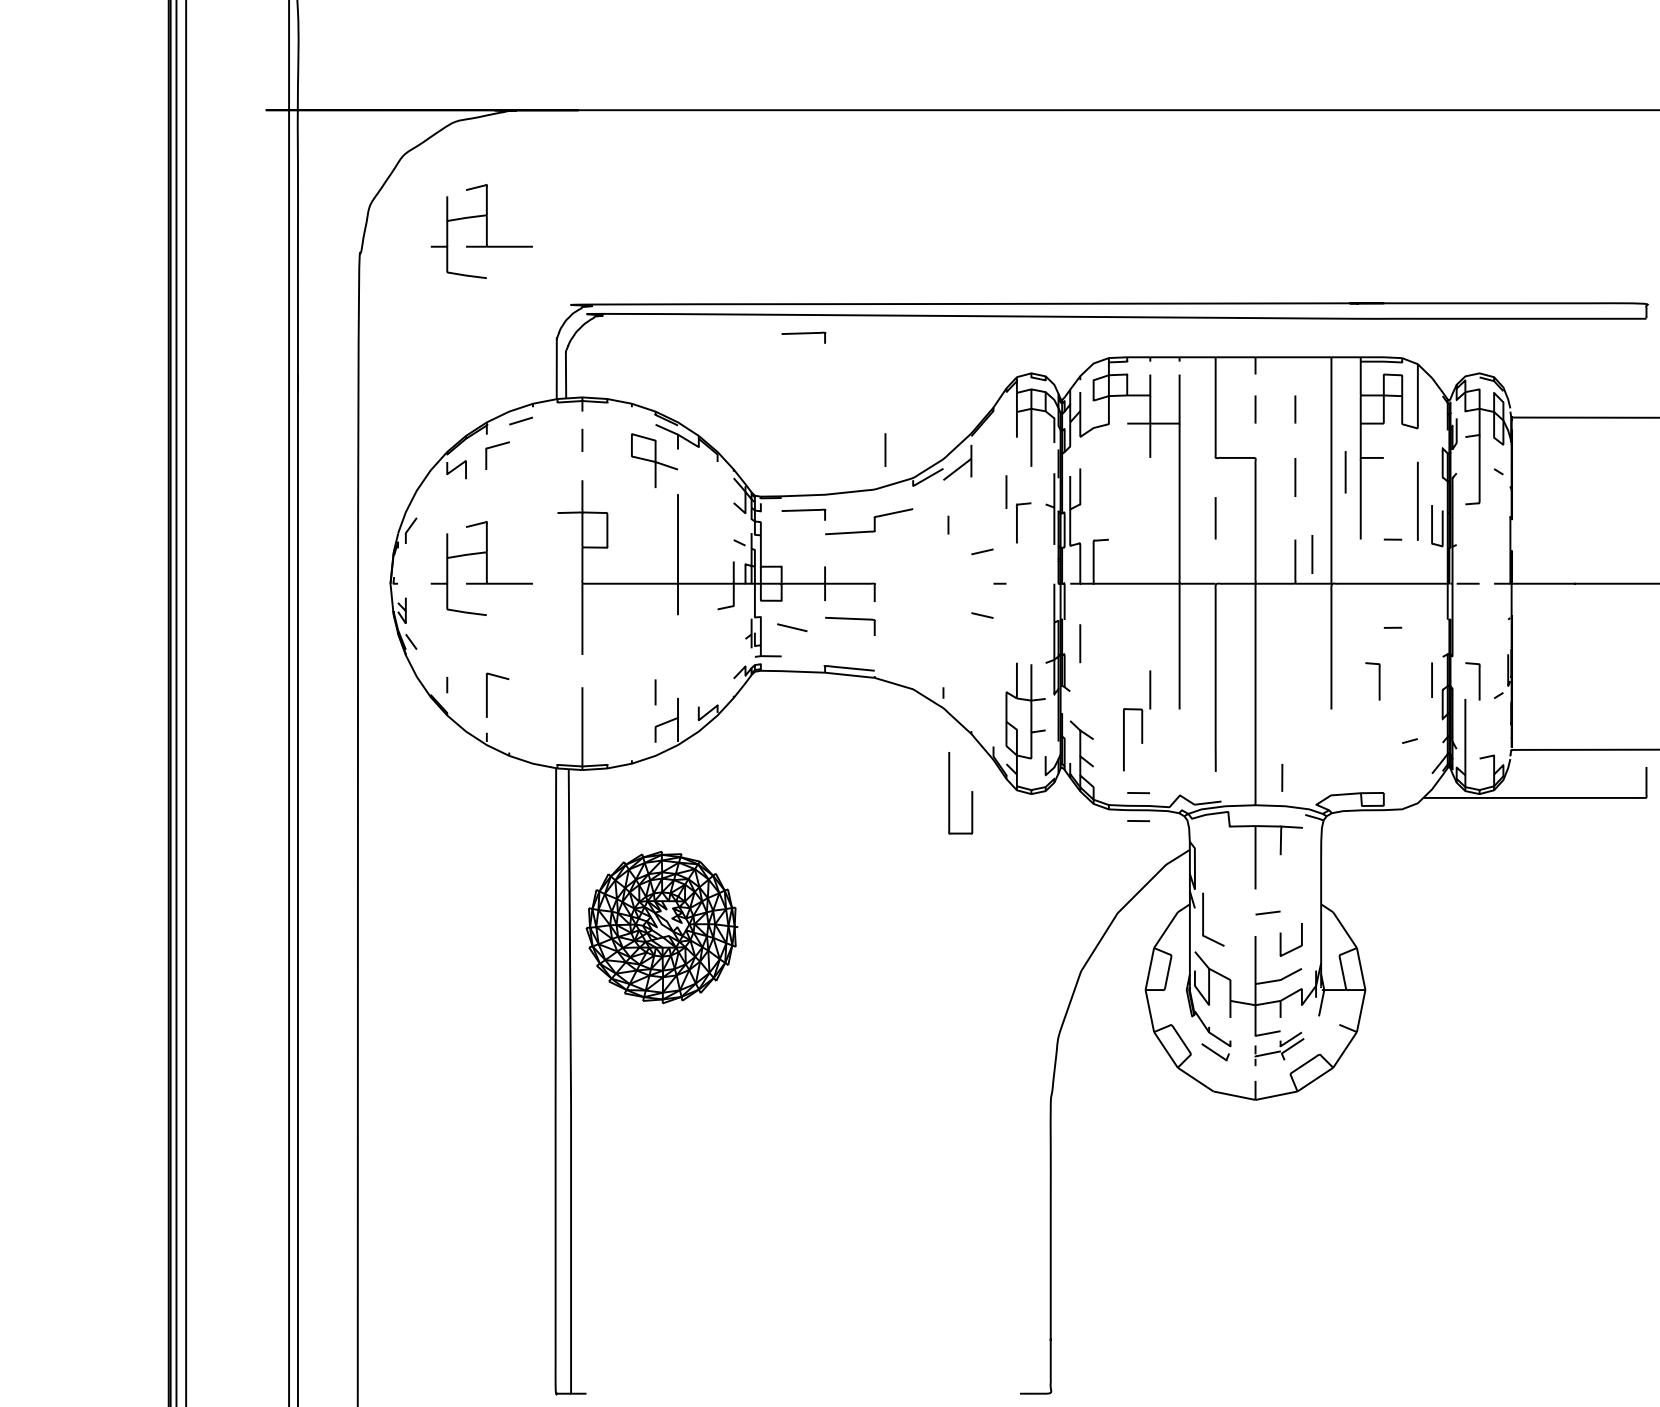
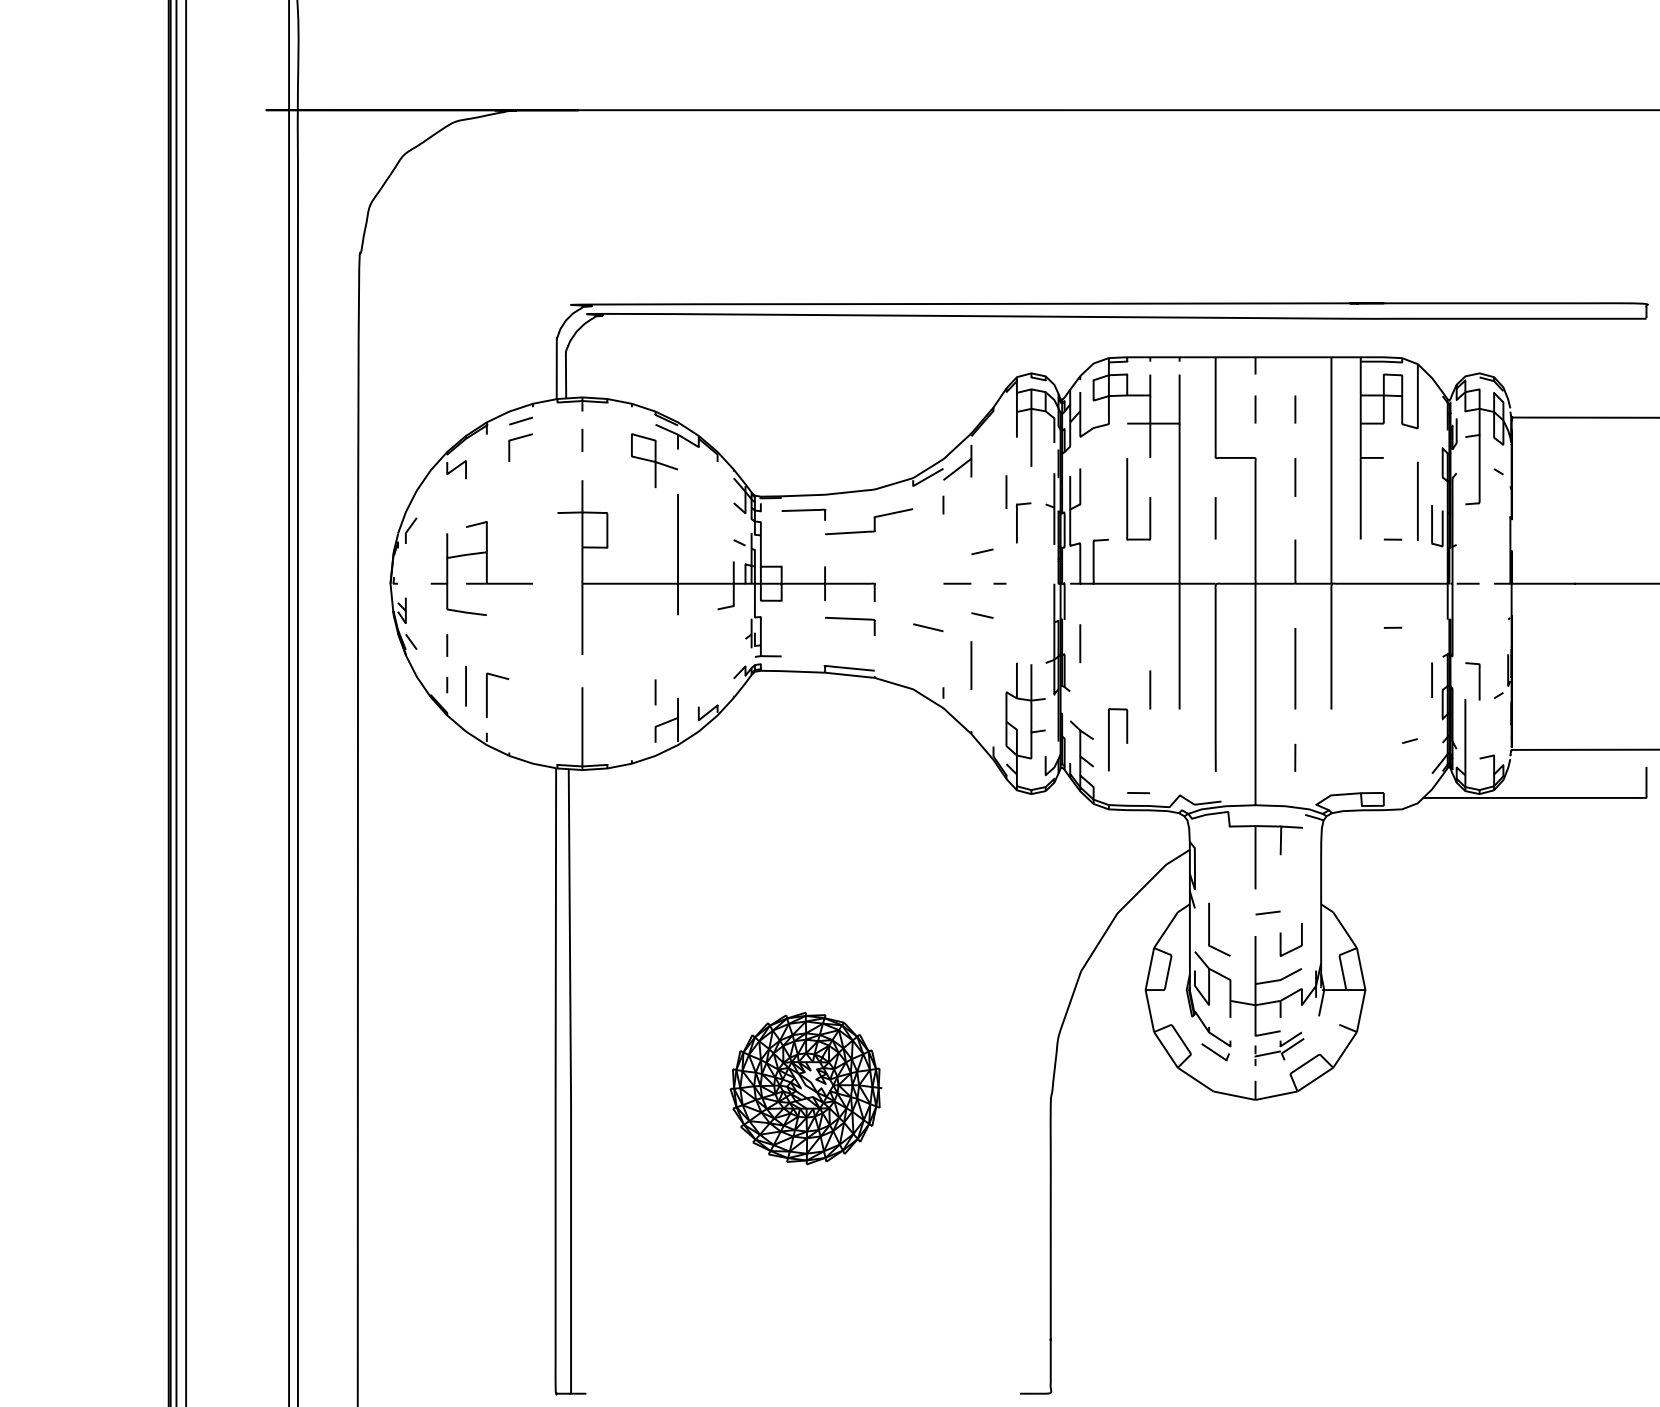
part at (481, 231): present -> none
curve at (803, 334): present -> none
curve at (494, 447) position: (494, 447) -> (517, 439)
line at (885, 449): present -> none
line at (1345, 472): present -> none
line at (948, 524) position: (948, 524) -> (943, 504)
line at (1312, 554): present -> none
line at (957, 583): none -> present
line at (792, 627) position: (792, 627) -> (928, 627)
line at (447, 645): none -> present
line at (971, 665): none -> present
line at (1295, 668): none -> present
curve at (1378, 681): present -> none
line at (465, 685): none -> present
curve at (1141, 739) position: (1141, 739) -> (1126, 739)
line at (1282, 777) position: (1282, 777) -> (1295, 757)
curve at (950, 793) position: (950, 793) -> (1128, 499)
line at (1138, 821): present -> none
curve at (1203, 919) position: (1203, 919) -> (1209, 929)
part at (661, 927) position: (661, 927) -> (805, 1088)
